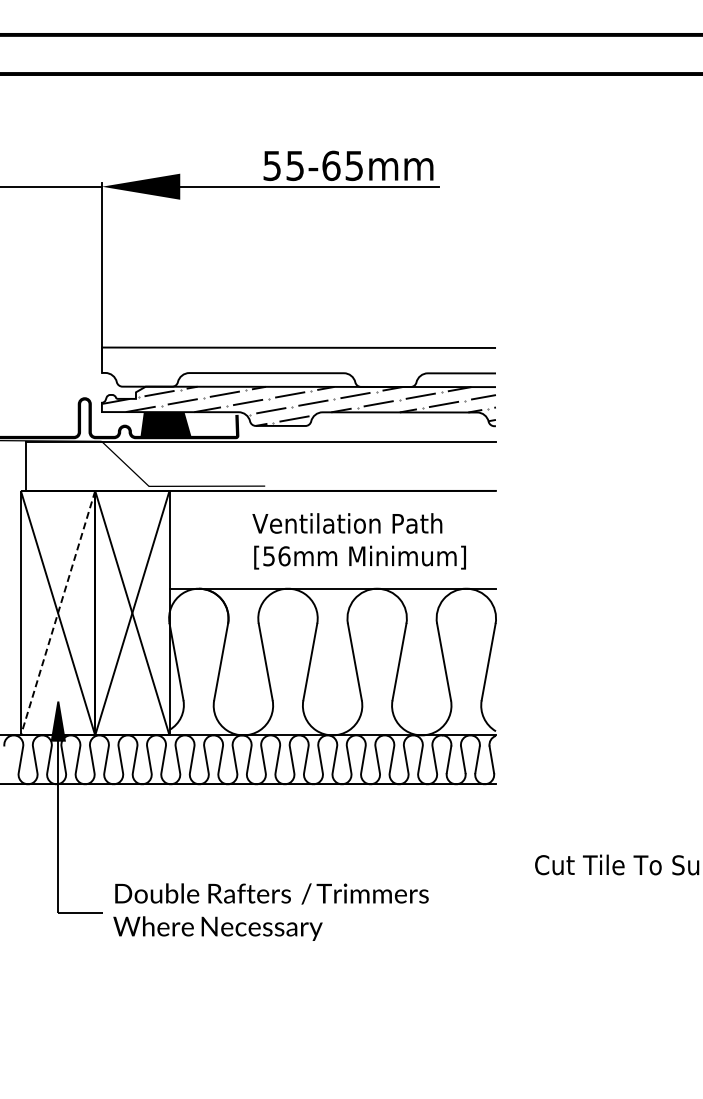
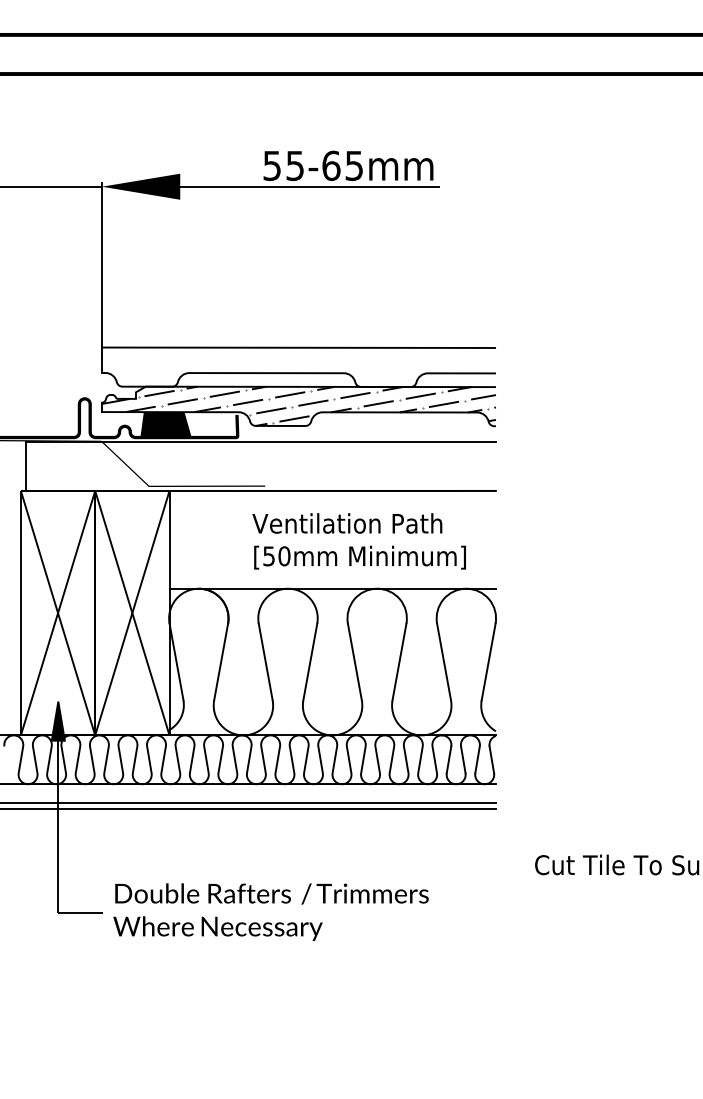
text at (284, 556): [56mm -> [50mm
line at (58, 613): dashed -> solid
line at (248, 802): none -> present
line at (248, 808): none -> present
